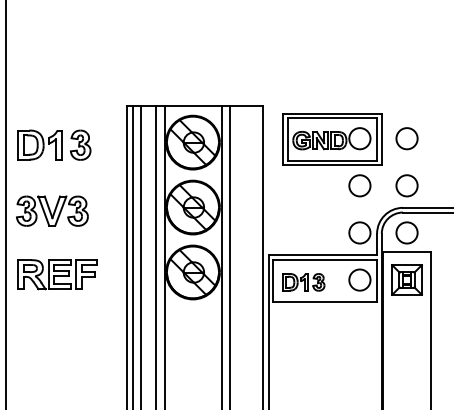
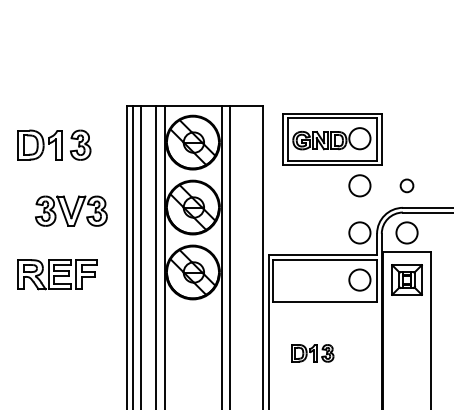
circle at (406, 138): present -> none
circle at (406, 185) size: 24x24 px -> 16x16 px
line at (6, 204): present -> none
part at (52, 210) position: (52, 210) -> (71, 210)
part at (303, 282) position: (303, 282) -> (312, 353)
